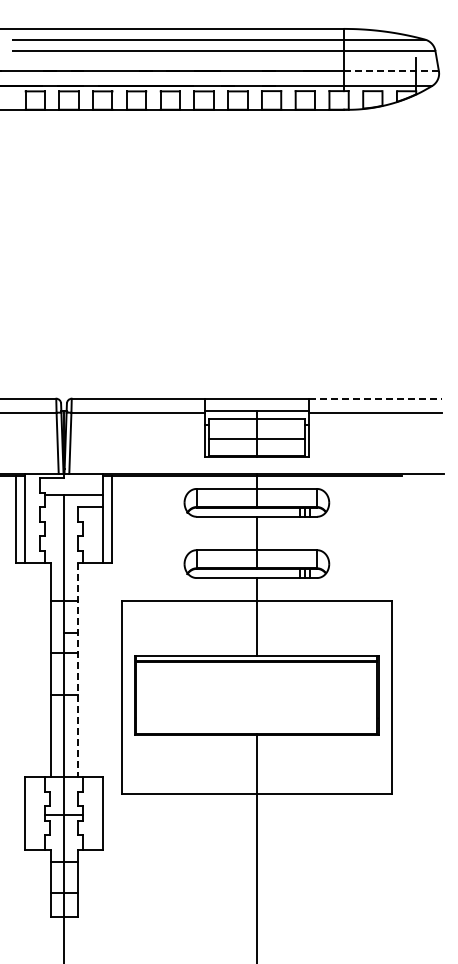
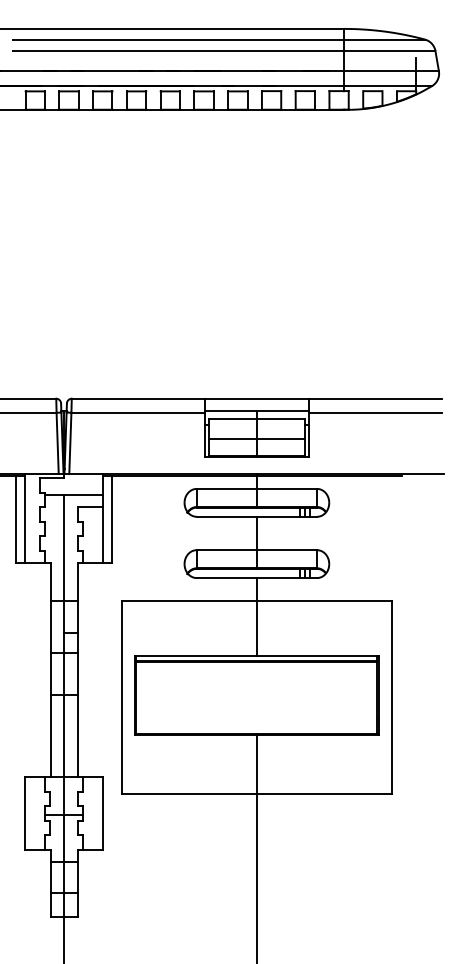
line at (391, 71): dashed -> solid
line at (375, 398): dashed -> solid
line at (77, 670): dashed -> solid
